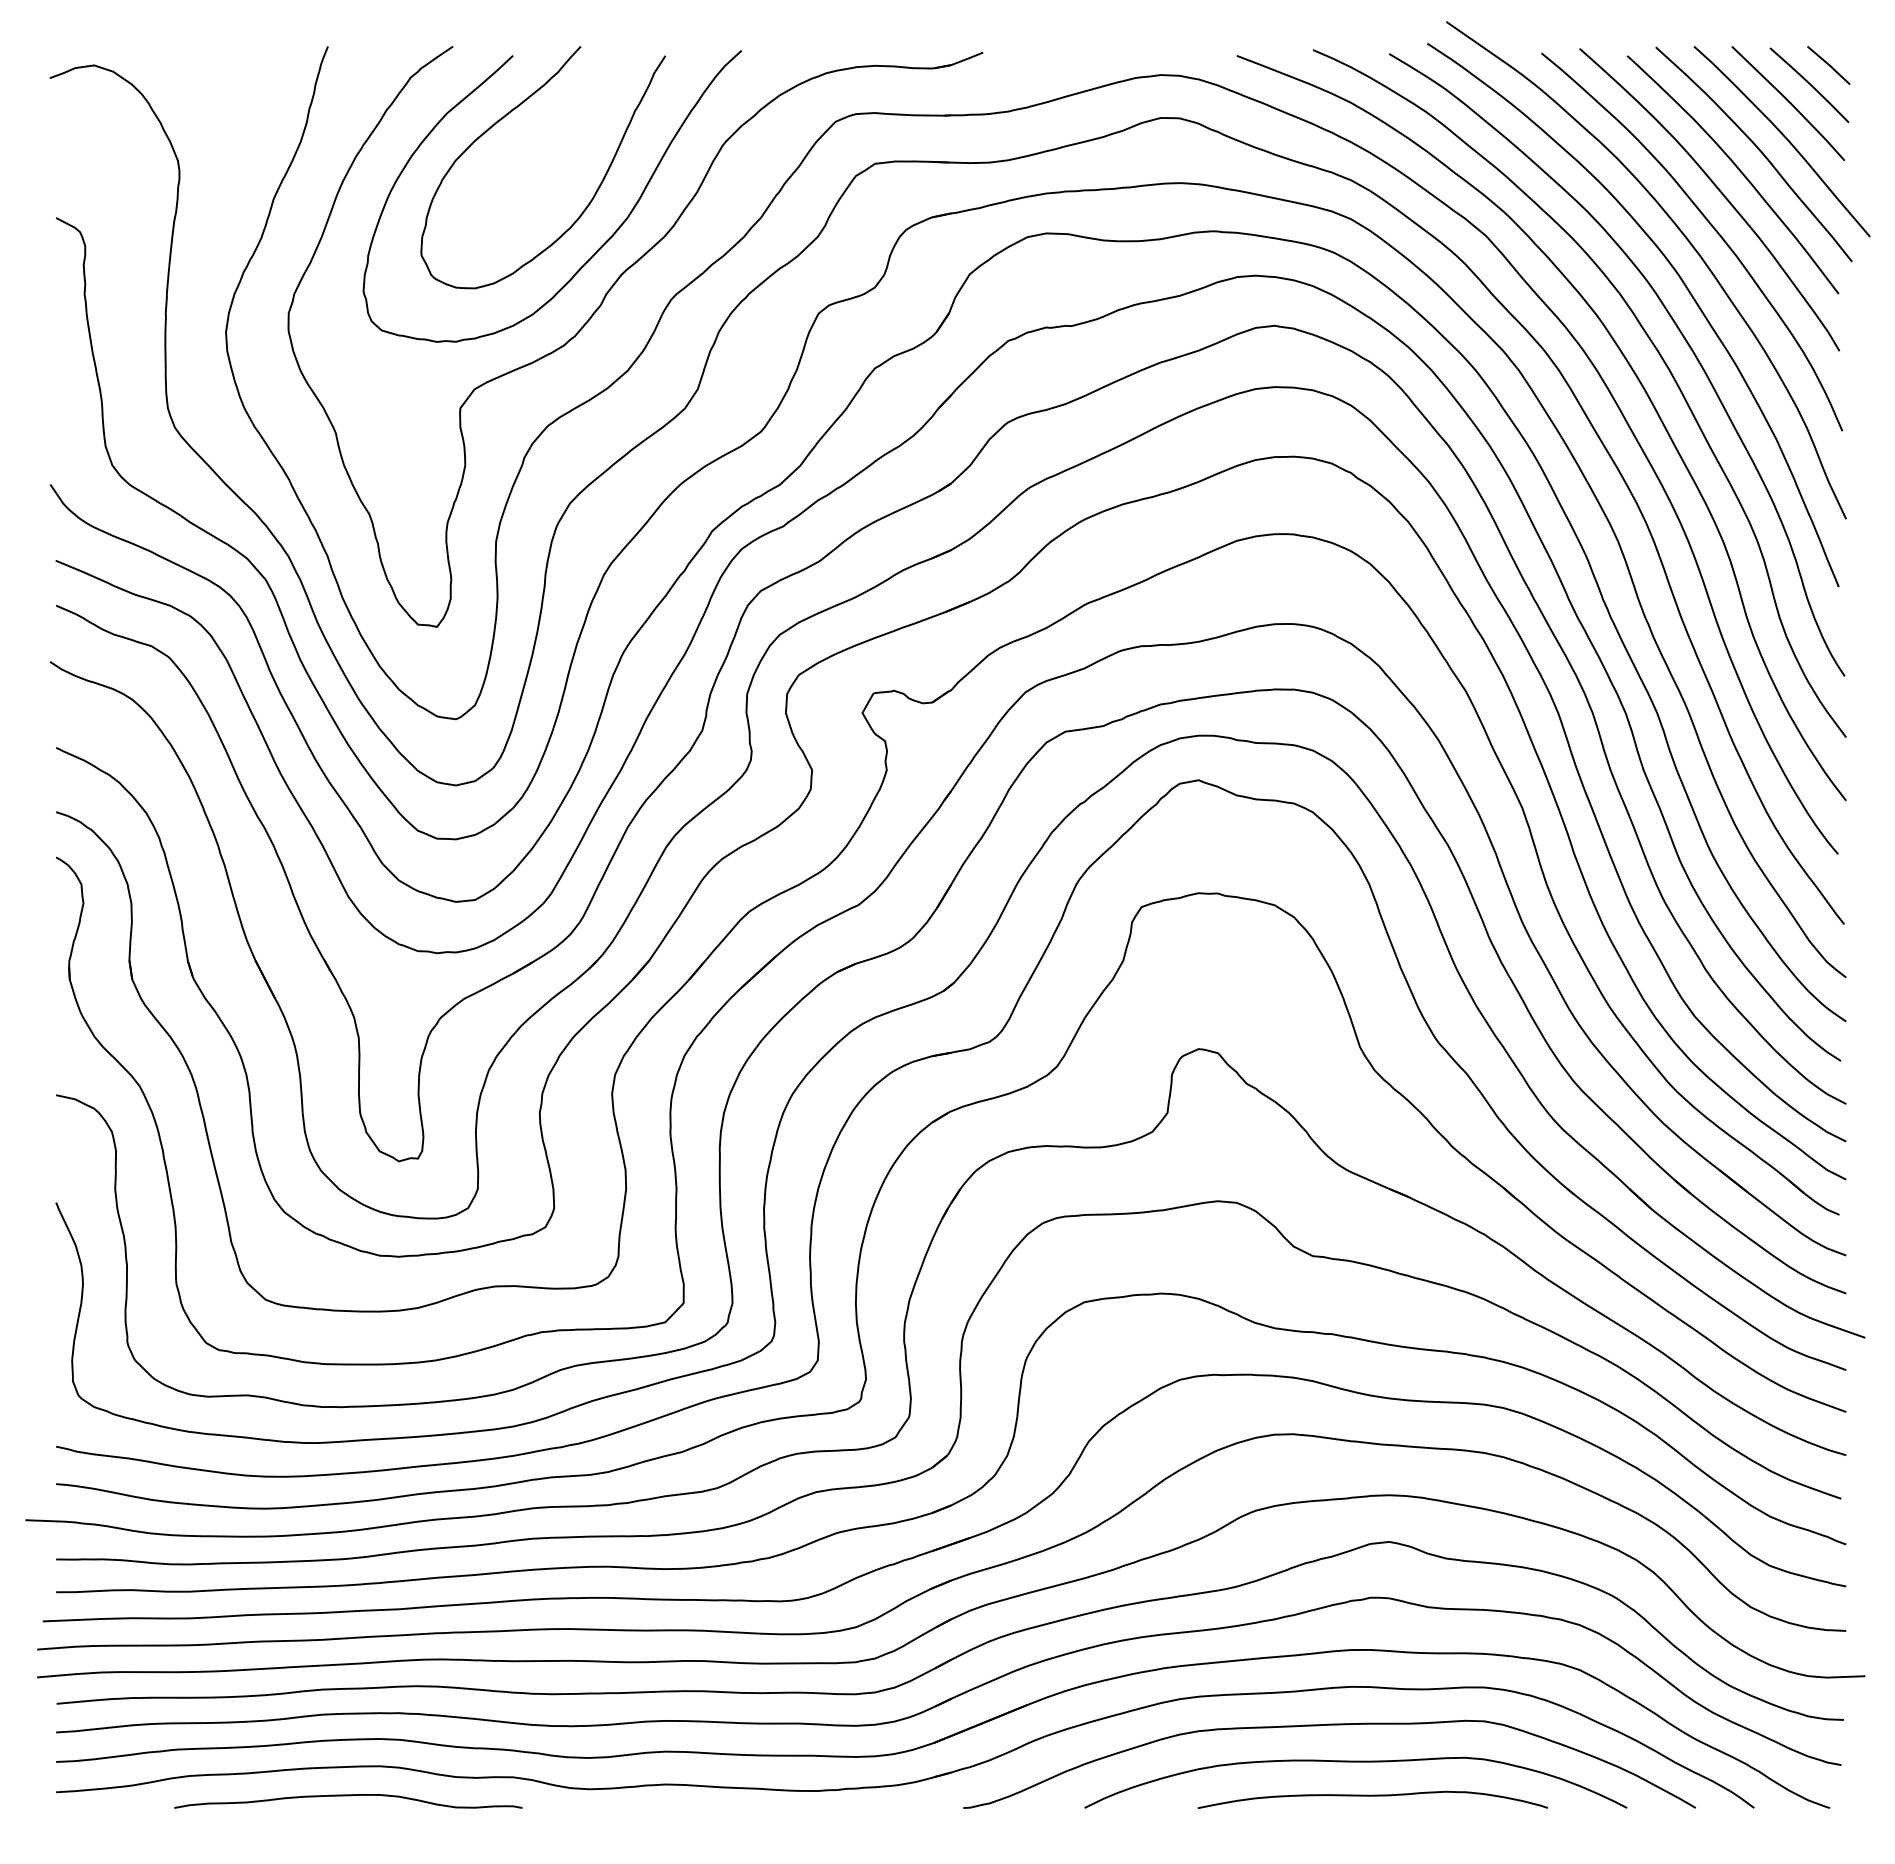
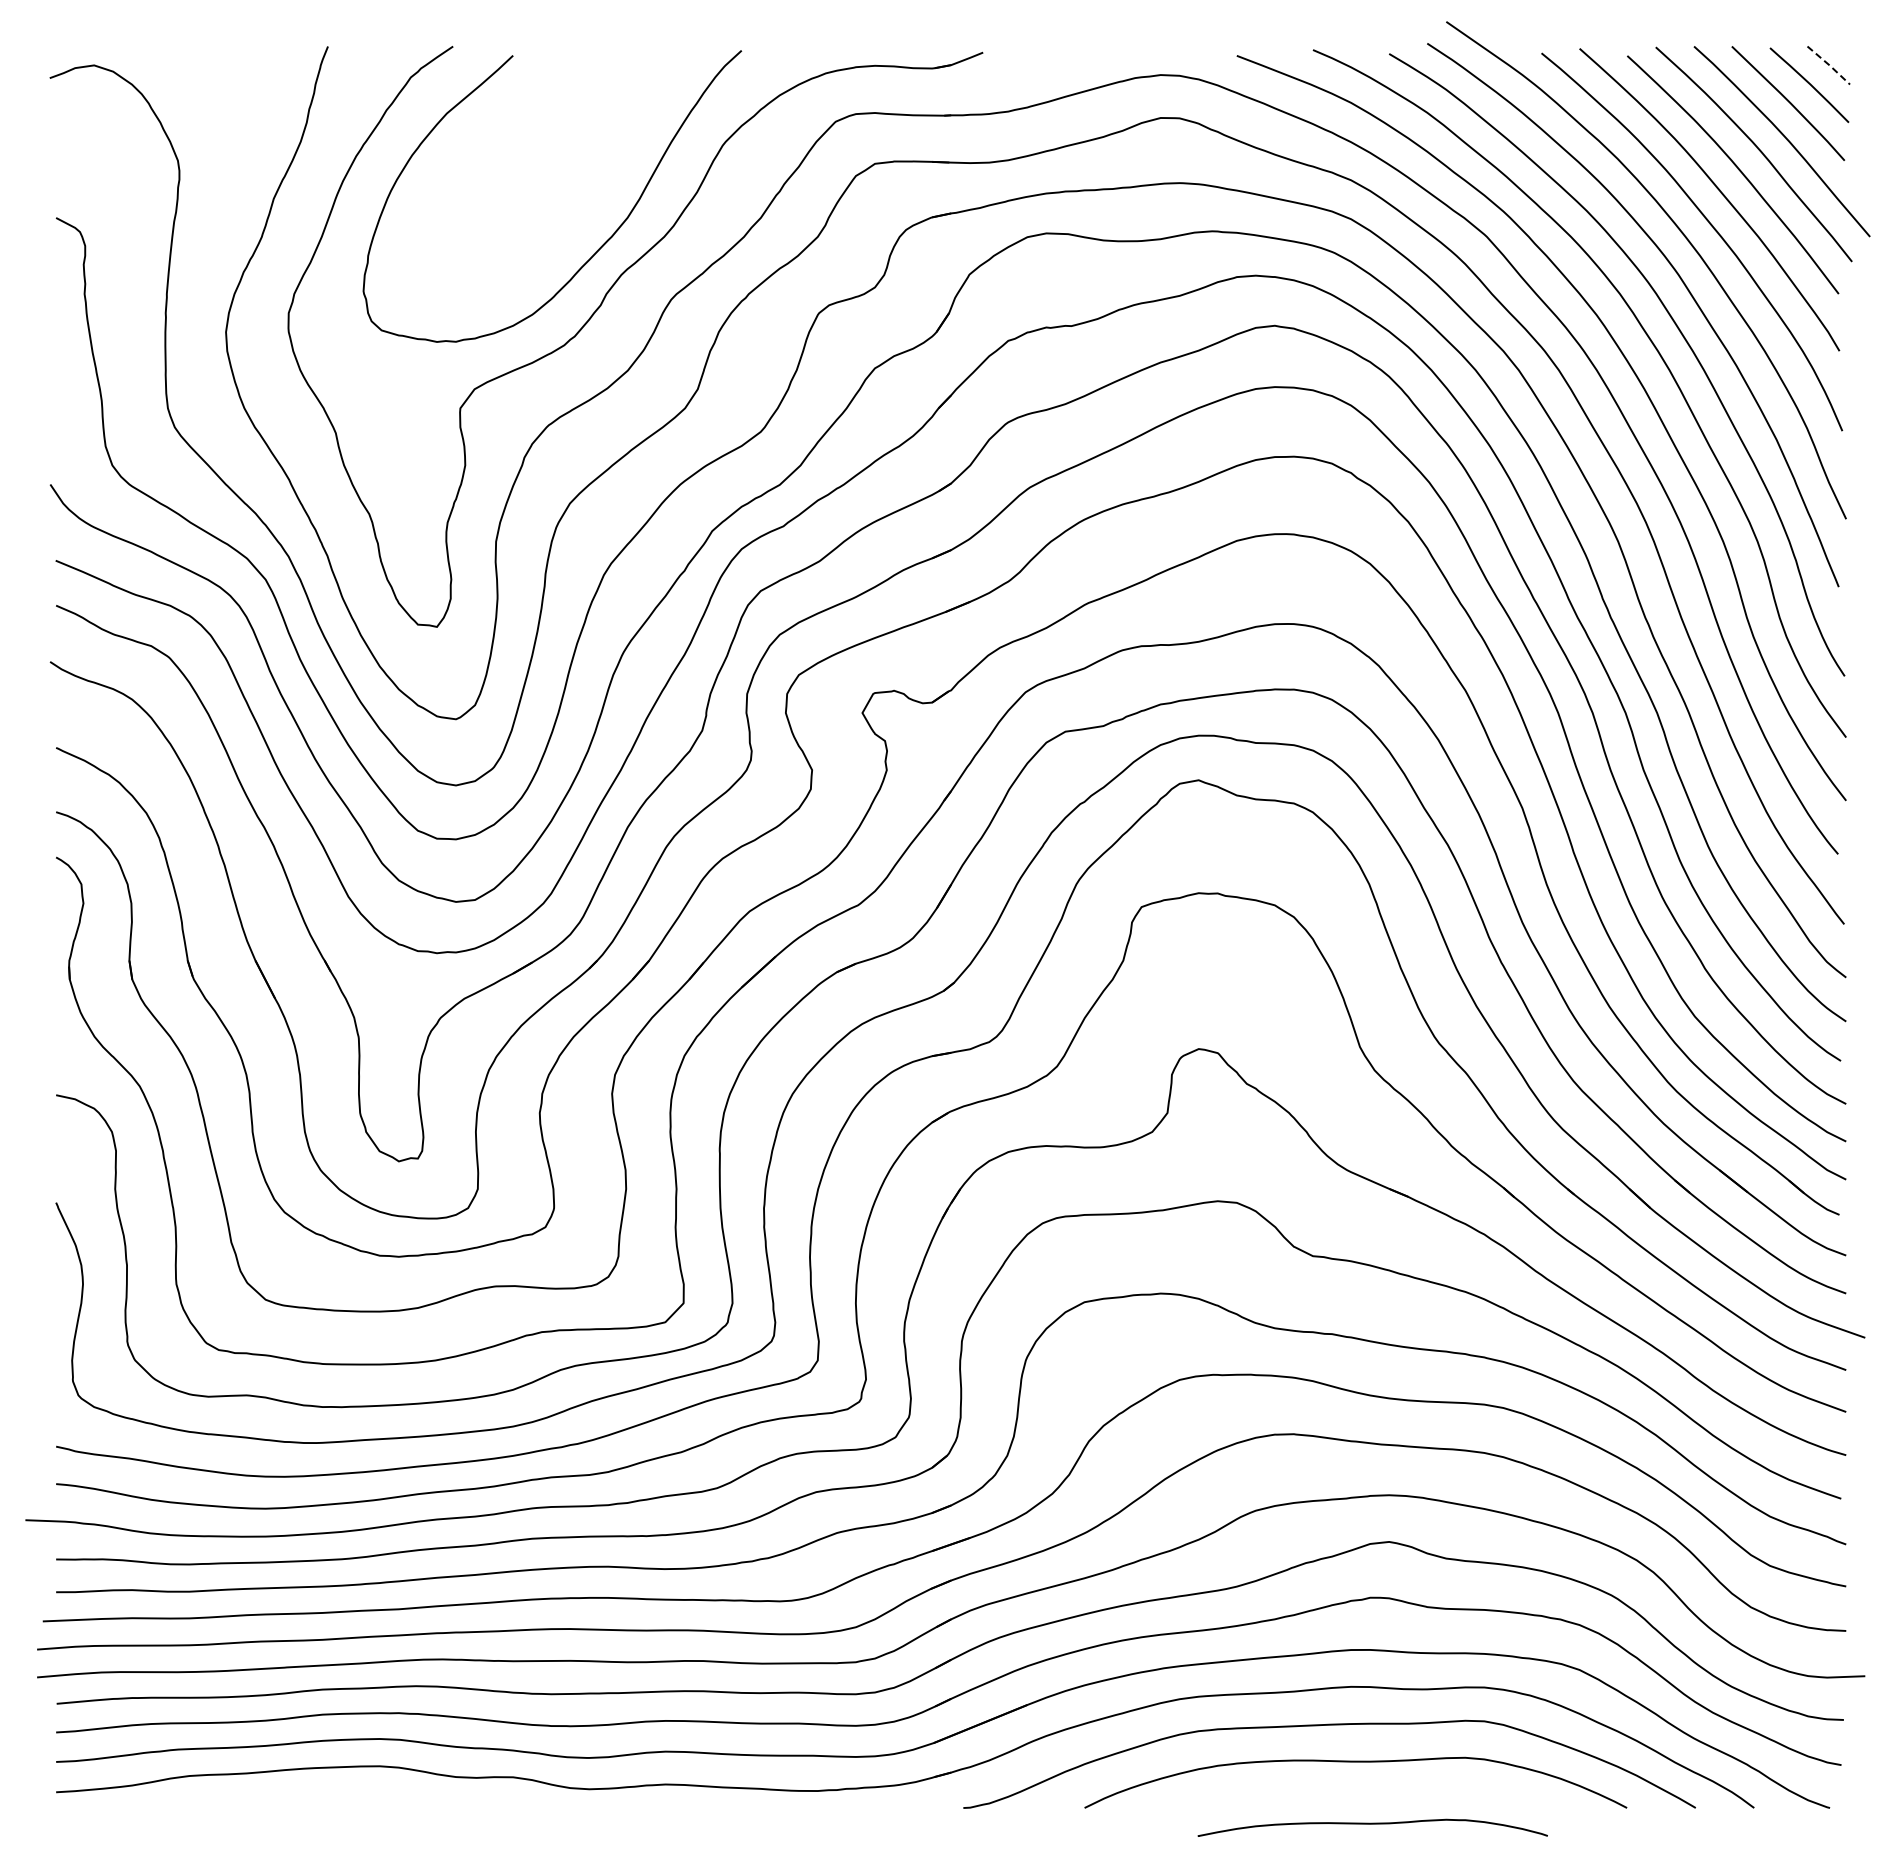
line at (1829, 65): solid -> dashed
curve at (591, 198): present -> none
curve at (348, 1796): present -> none
part at (1372, 1799) position: (1372, 1799) -> (1372, 1827)
